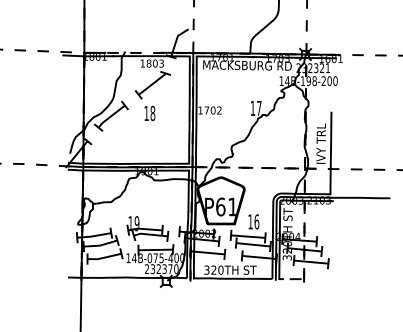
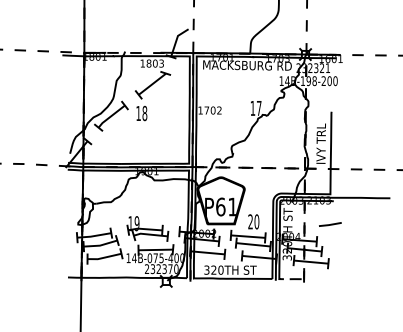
text at (149, 113) position: (149, 113) -> (141, 113)
text at (253, 221): 16 -> 20
line at (330, 224): none -> present
